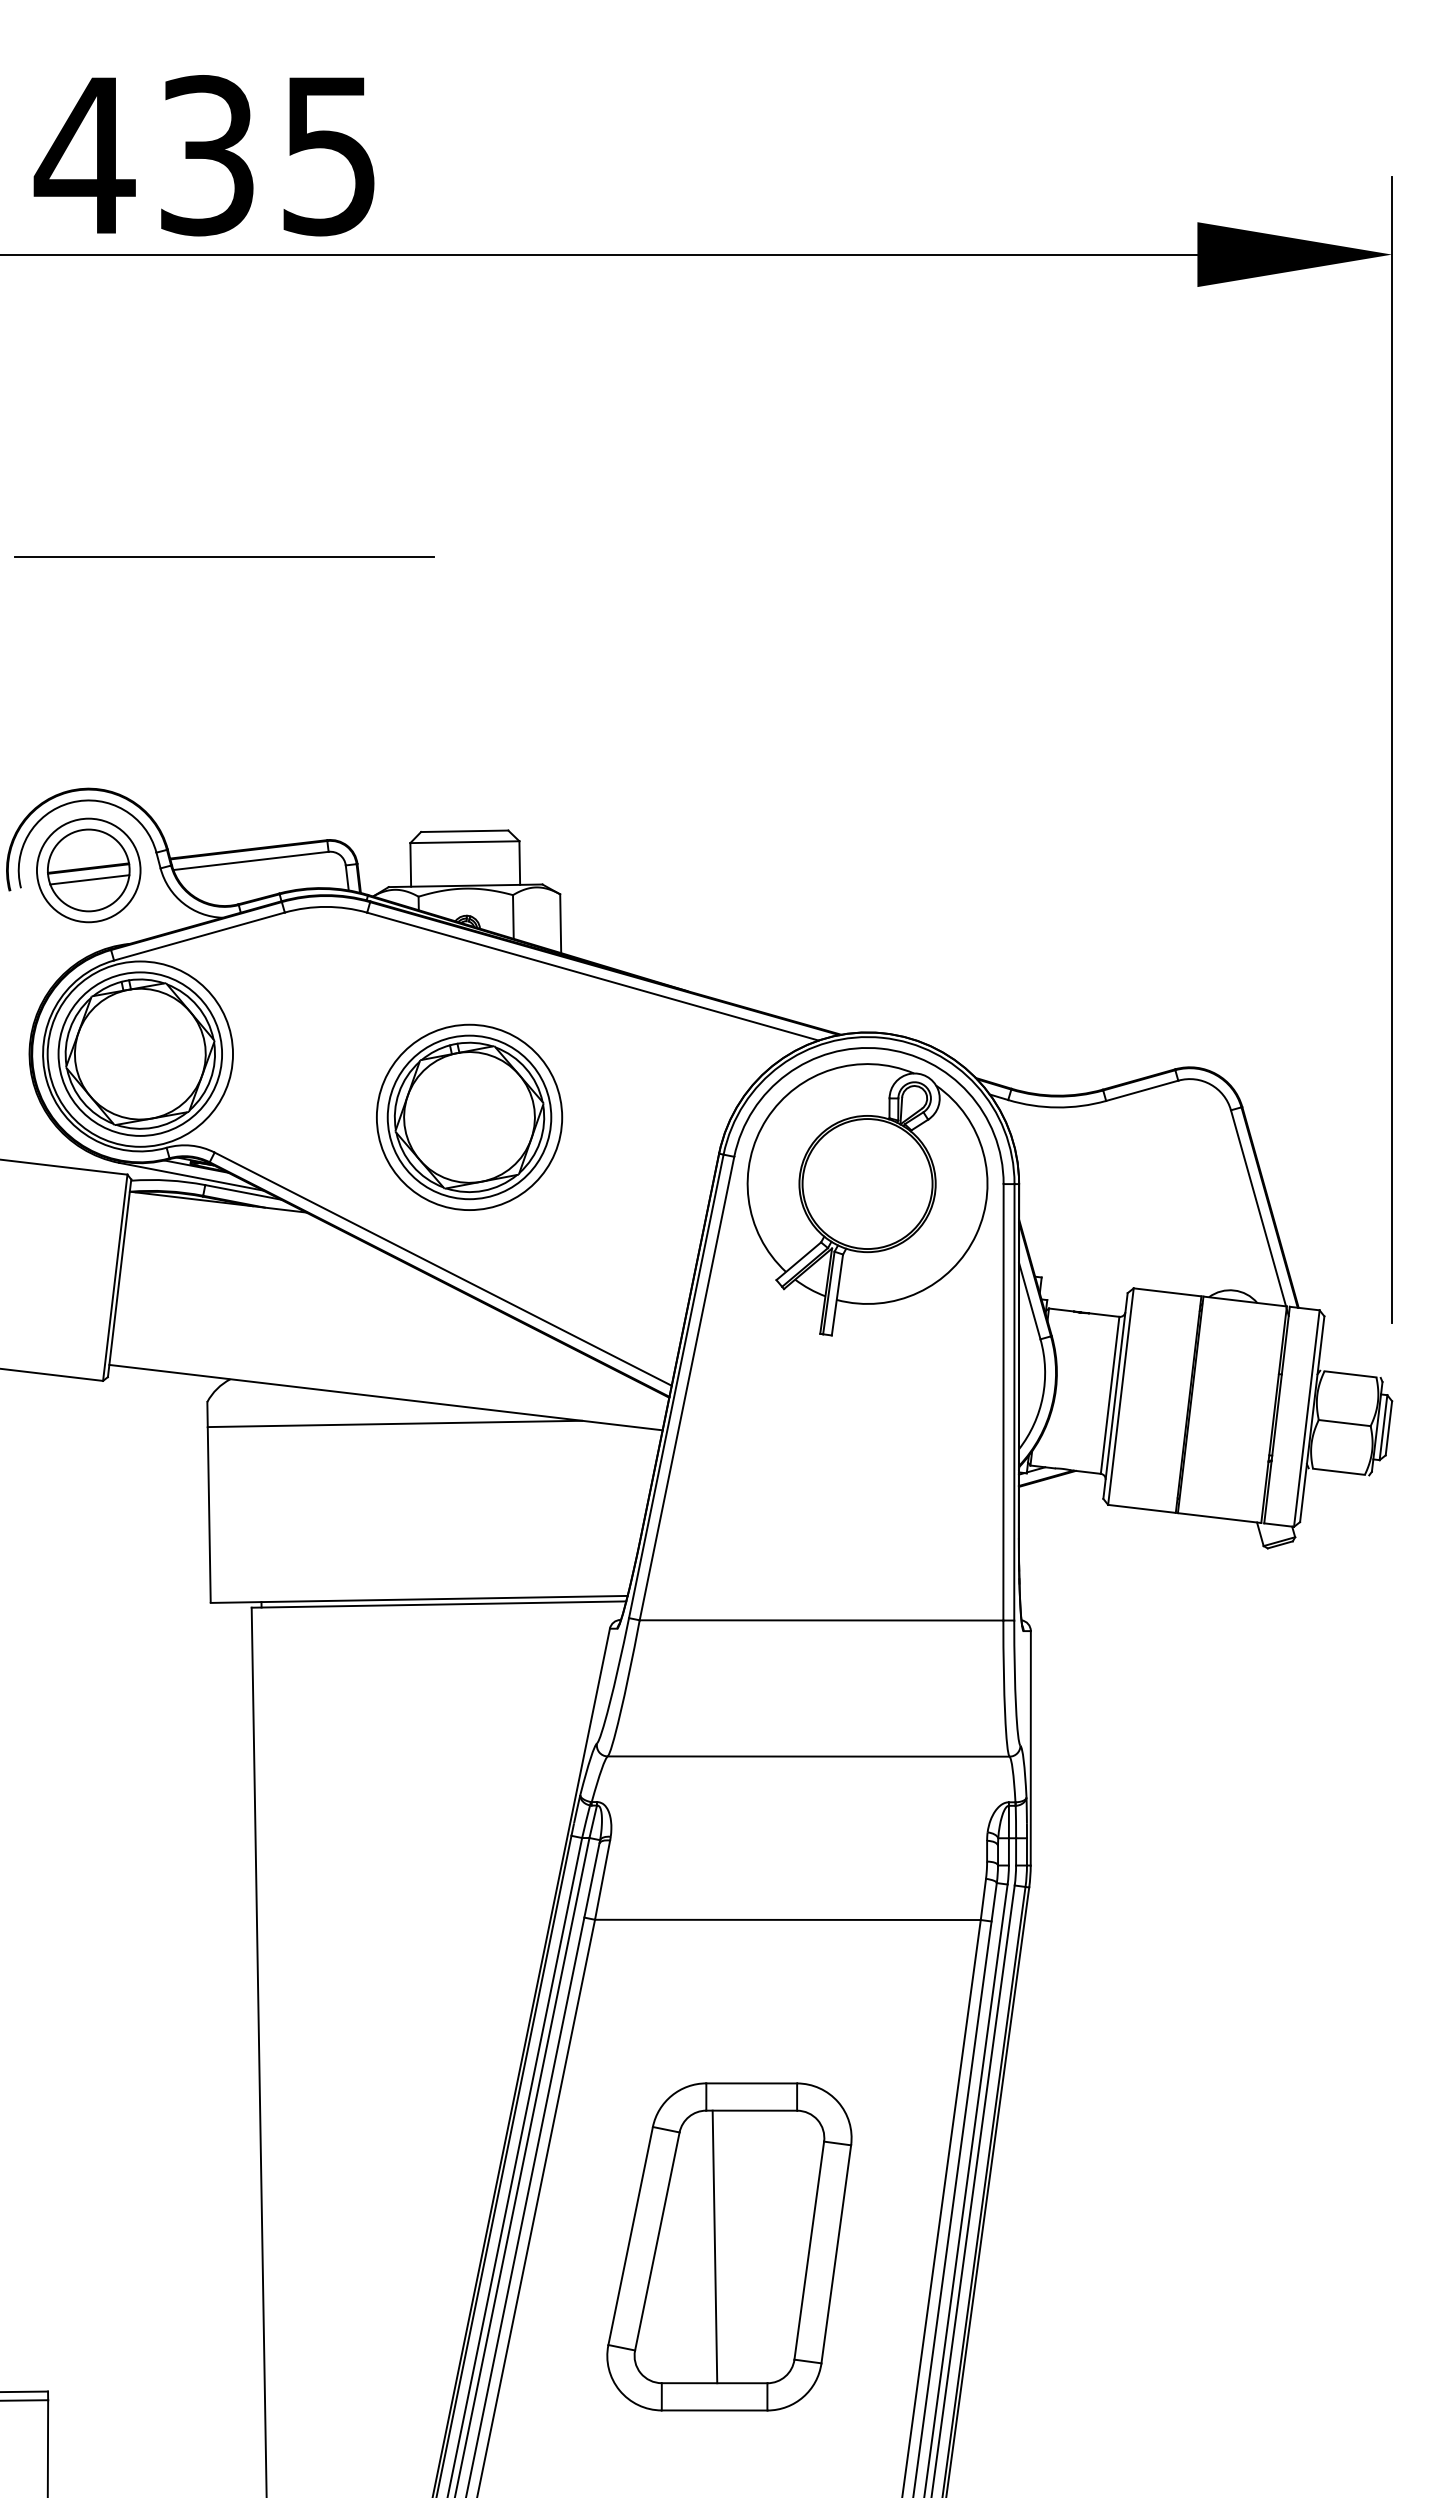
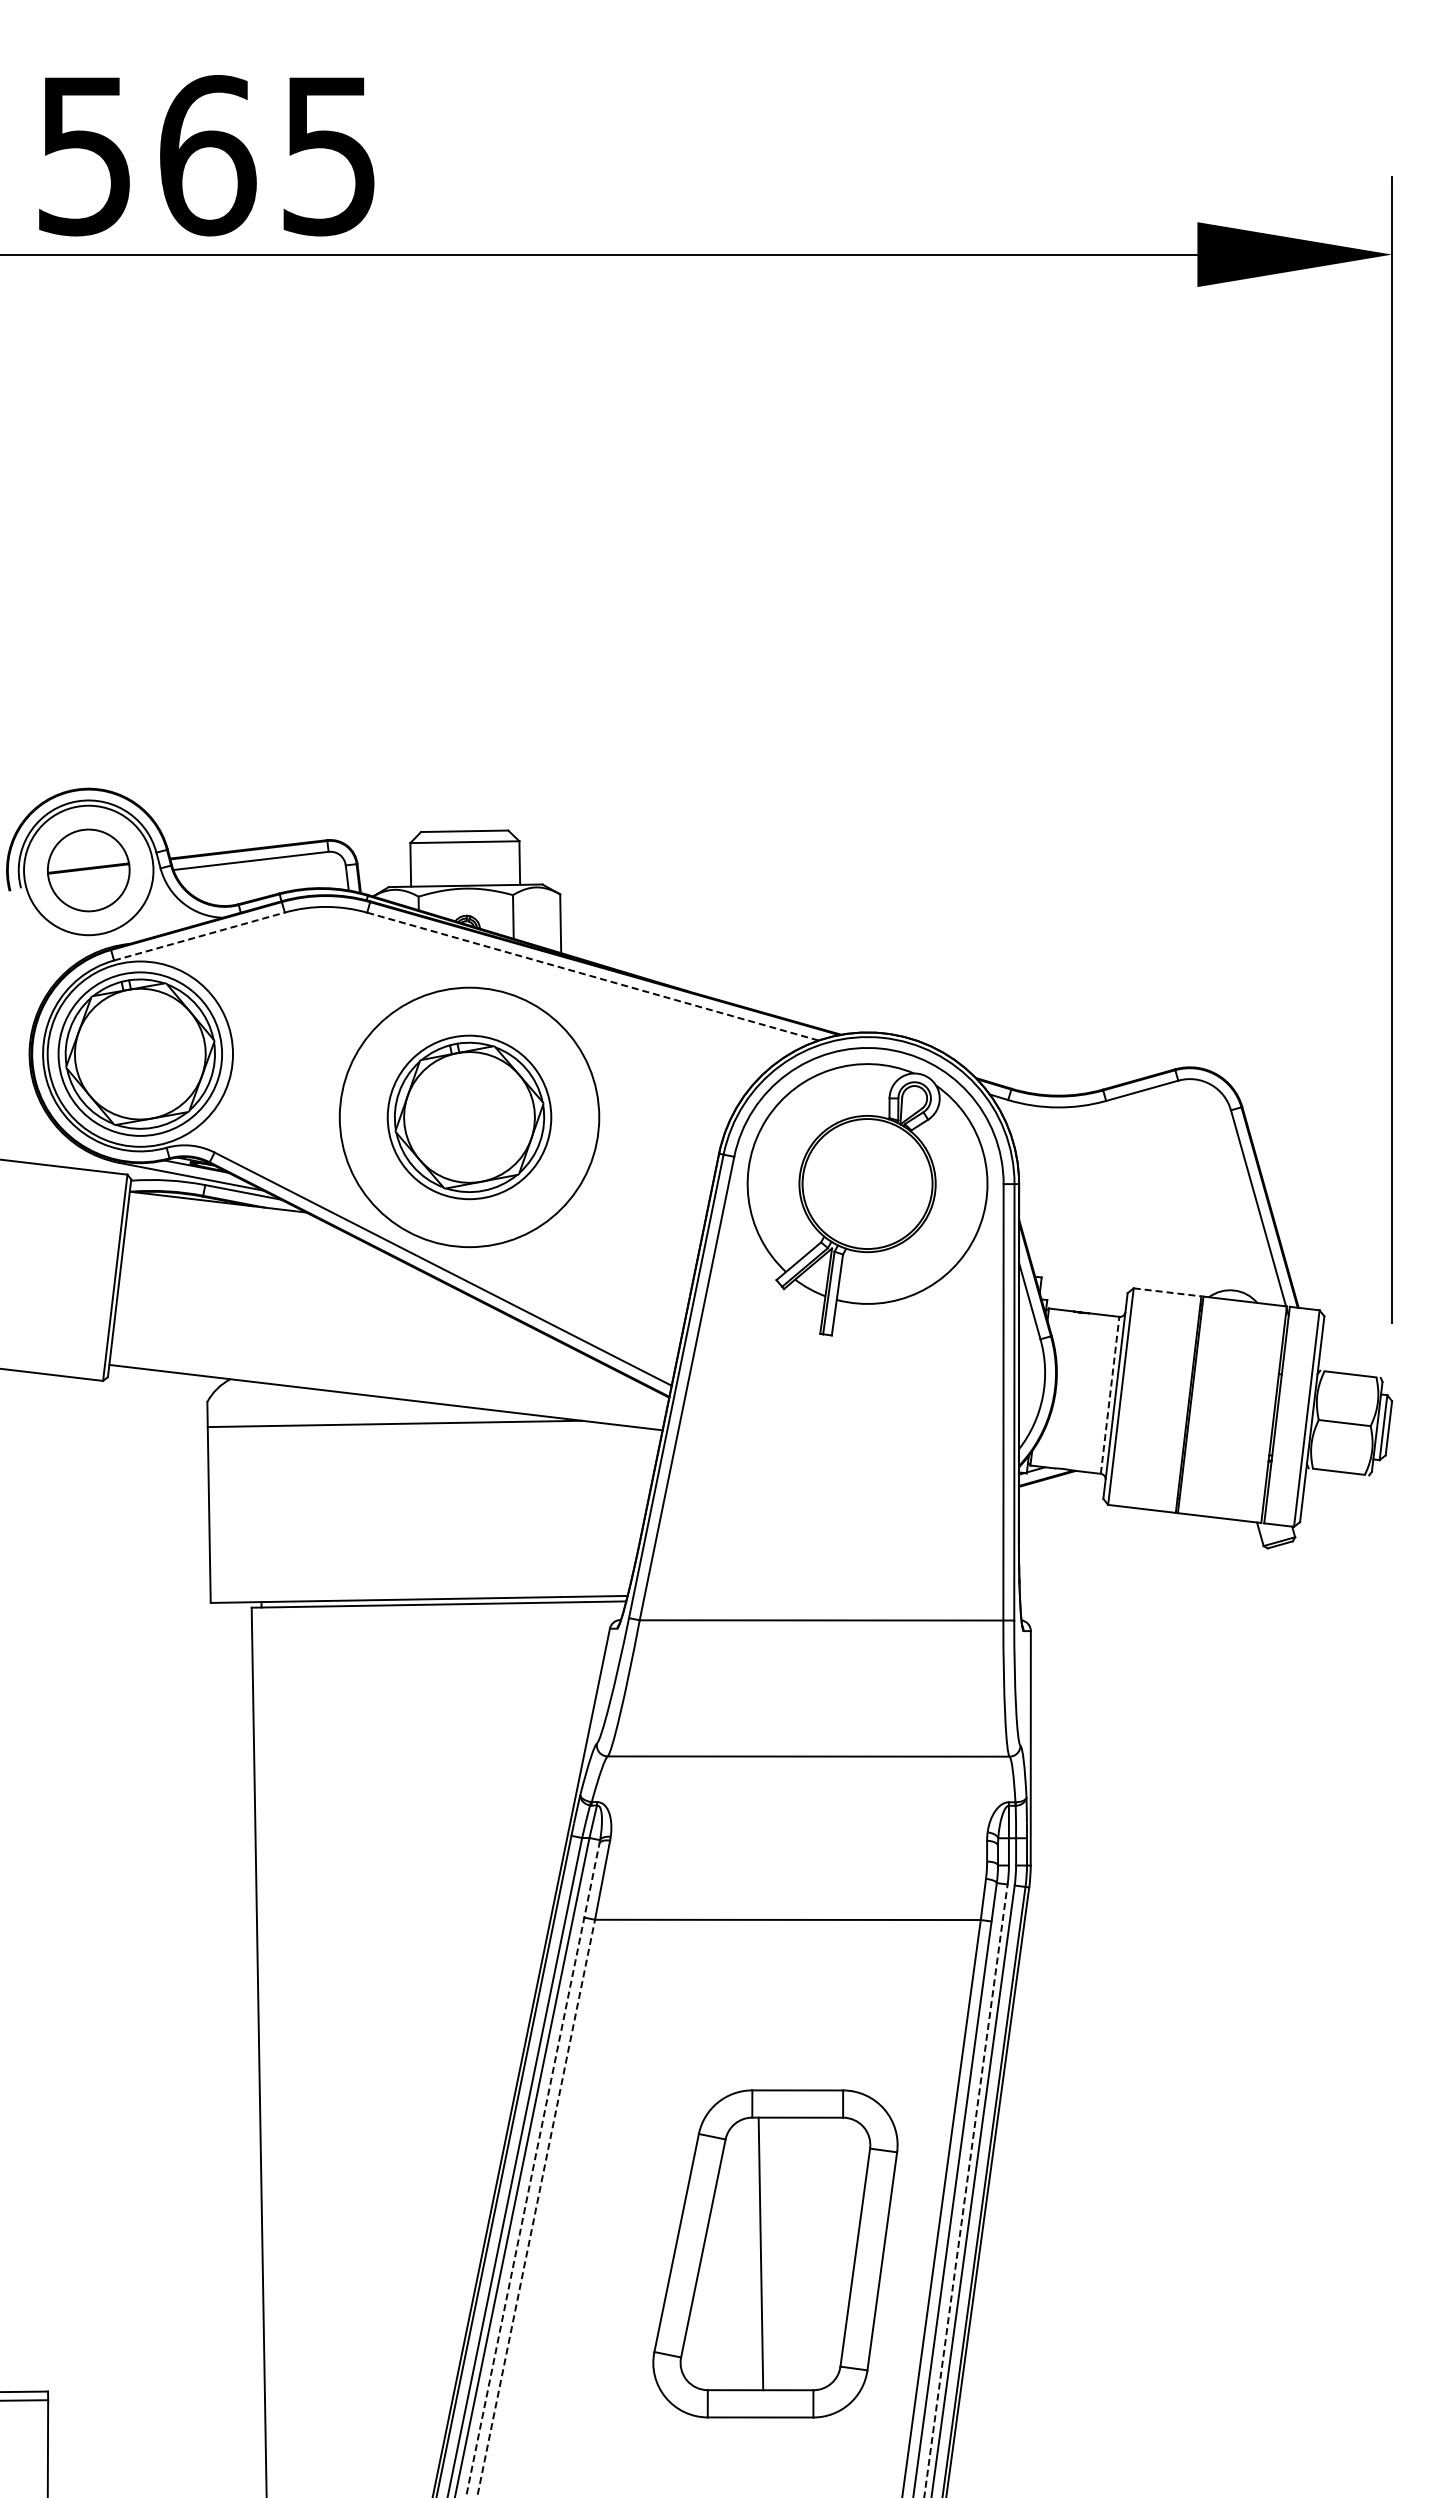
text at (144, 155): 435 -> 565
line at (224, 556): present -> none
circle at (88, 870) diameter: 104 px -> 129 px
line at (89, 879): present -> none
line at (199, 936): solid -> dashed
line at (592, 976): solid -> dashed
circle at (469, 1117) diameter: 185 px -> 259 px
line at (1168, 1292): solid -> dashed
line at (1110, 1394): solid -> dashed
line at (532, 2169): solid -> dashed
line at (965, 2190): solid -> dashed
line at (536, 2208): solid -> dashed
part at (729, 2246) position: (729, 2246) -> (775, 2253)
